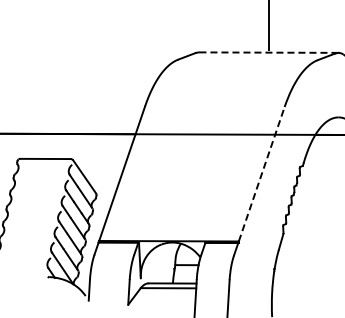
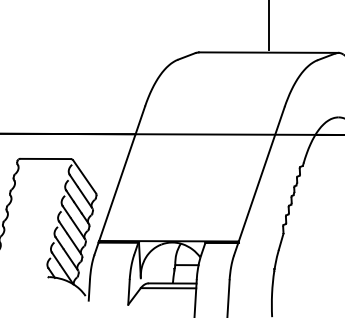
line at (268, 52): dashed -> solid
line at (261, 173): dashed -> solid
